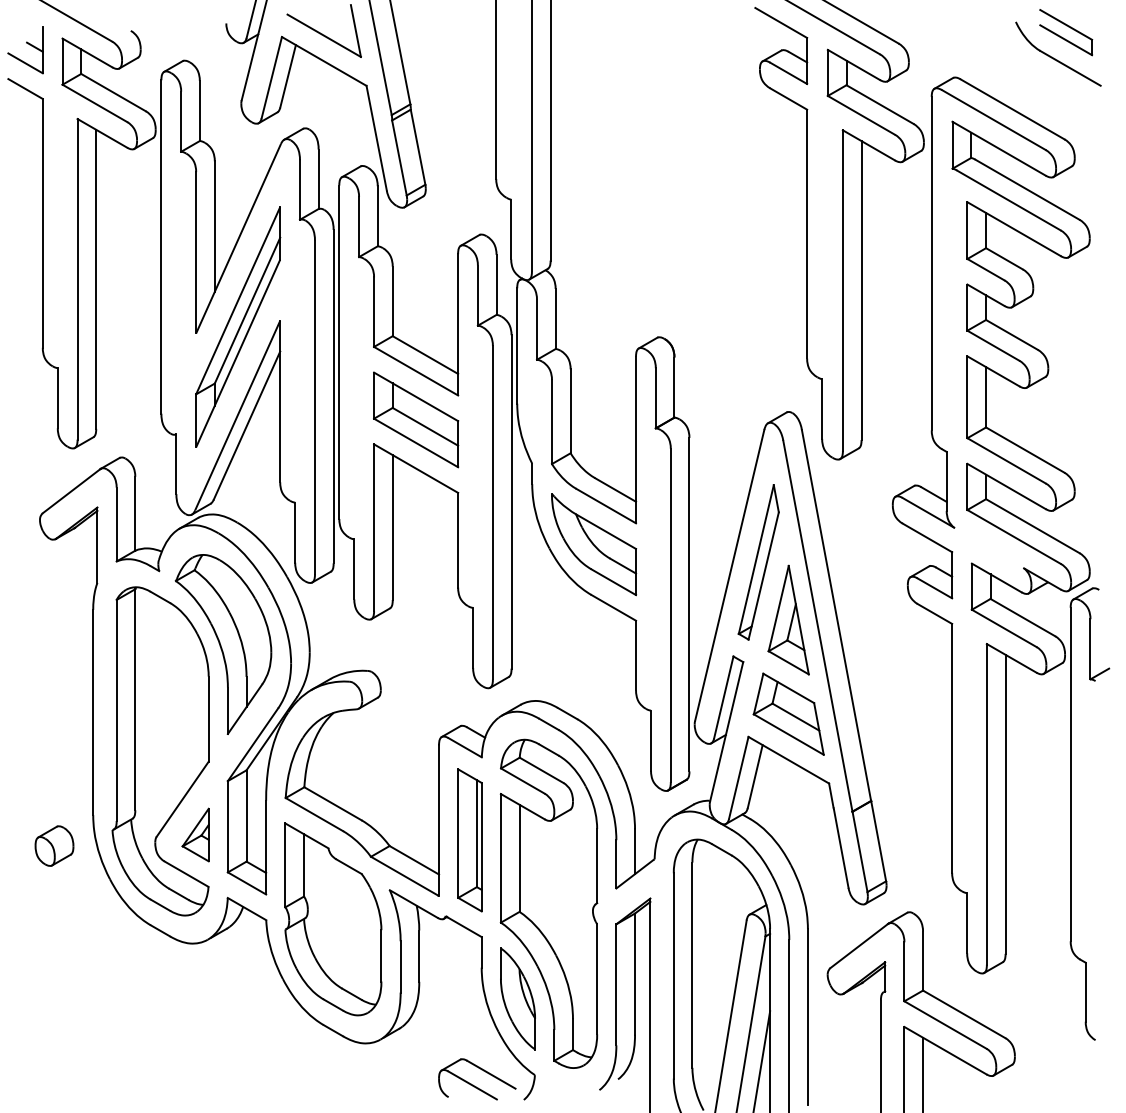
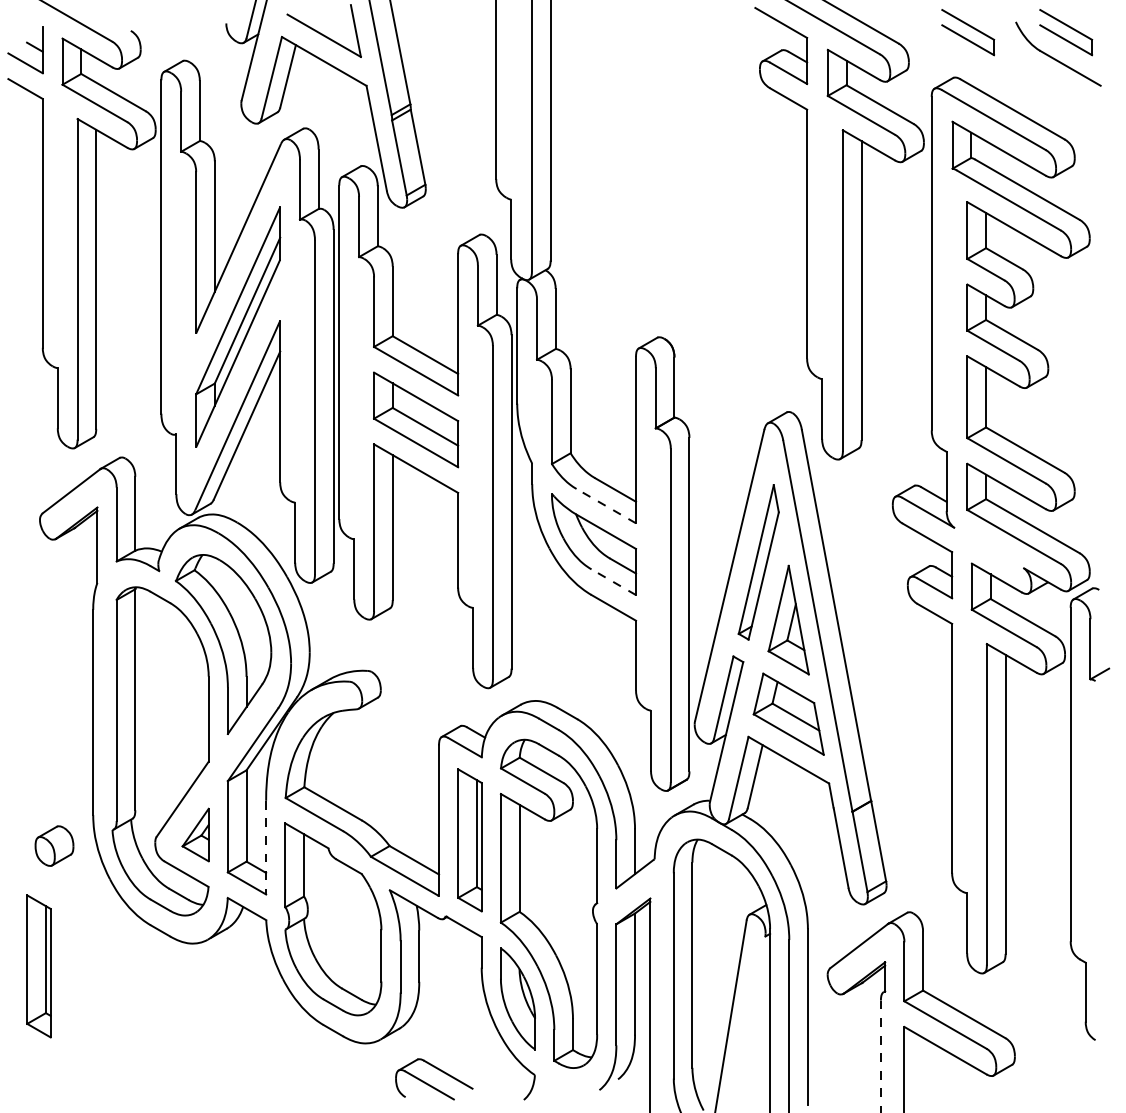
part at (968, 32): none -> present
line at (605, 505): solid -> dashed
line at (613, 582): solid -> dashed
line at (266, 847): solid -> dashed
part at (38, 966): none -> present
line at (751, 1022): present -> none
line at (880, 1057): solid -> dashed
line at (762, 1060): present -> none
line at (923, 1073): present -> none
part at (473, 1084) position: (473, 1084) -> (430, 1084)
